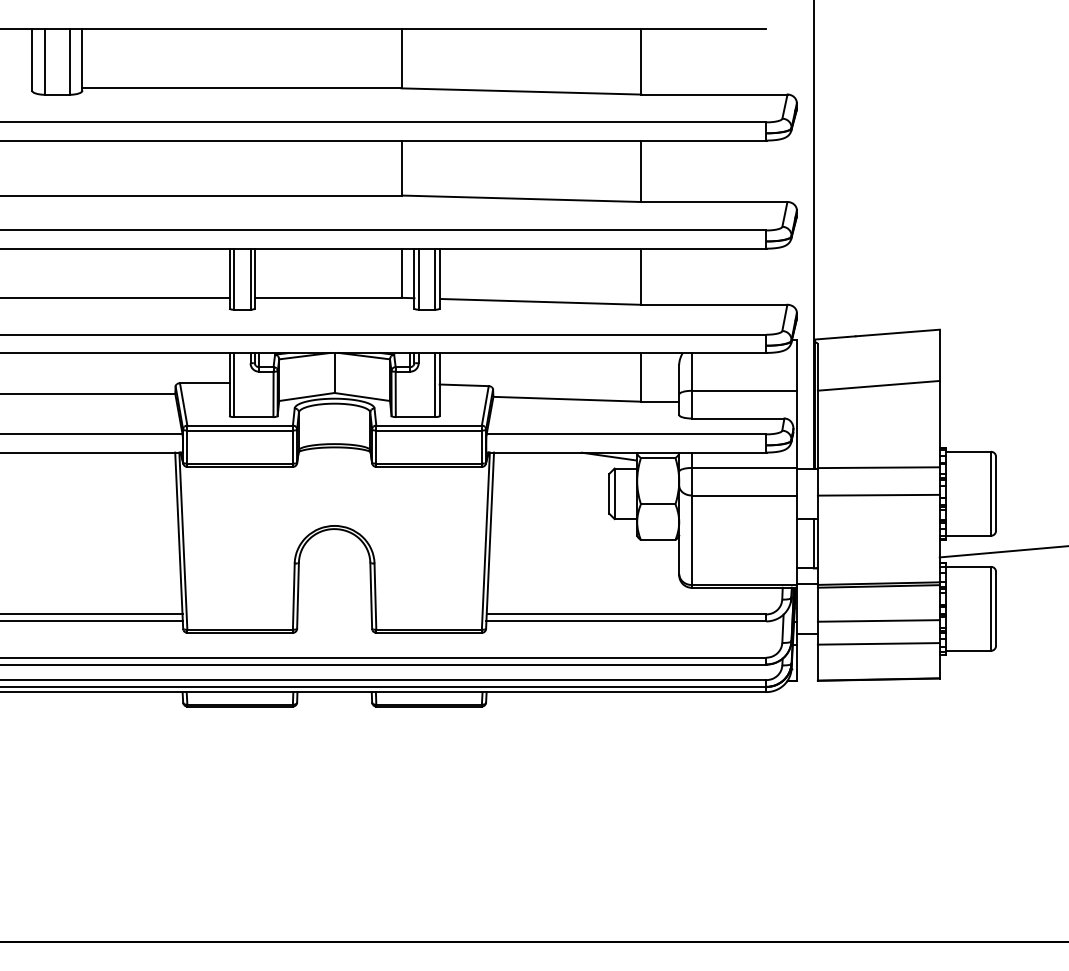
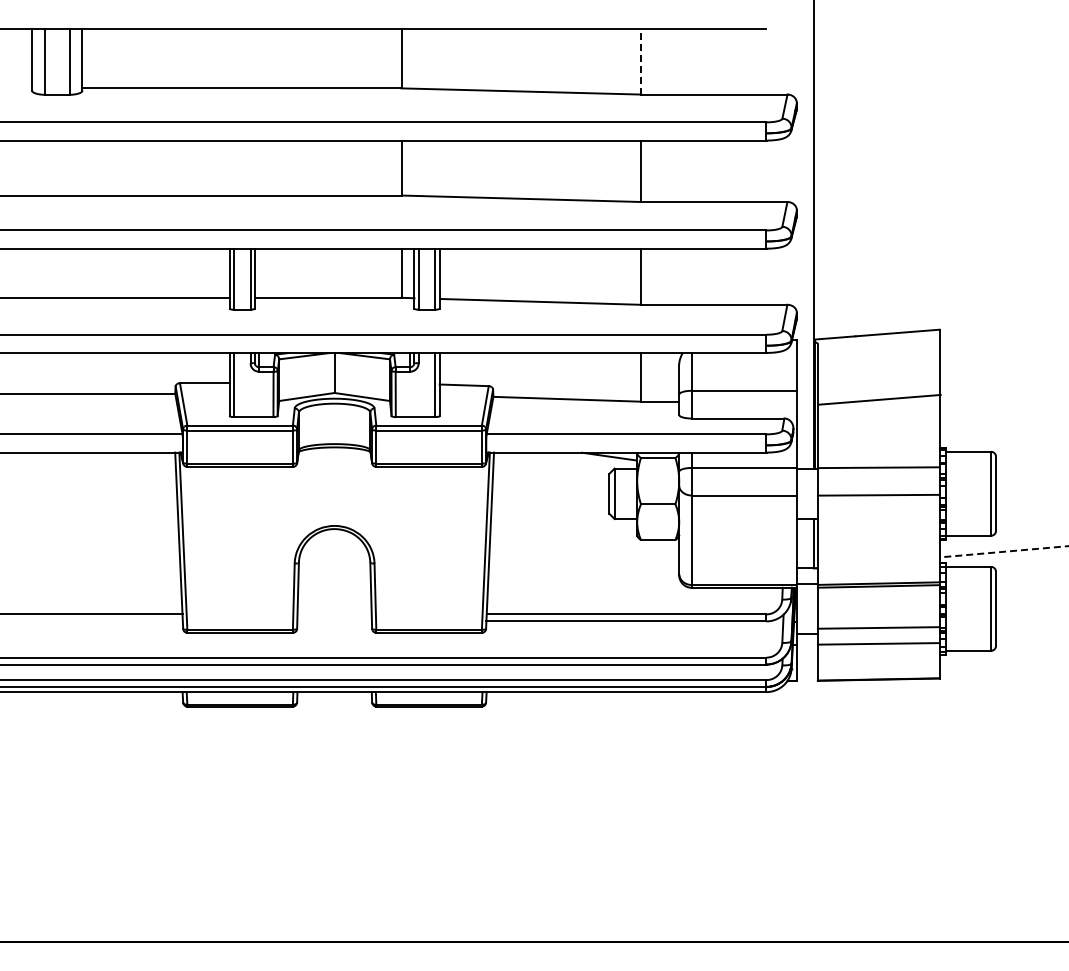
line at (641, 61): solid -> dashed
line at (878, 385) position: (878, 385) -> (879, 399)
line at (1004, 551): solid -> dashed
line at (878, 620) position: (878, 620) -> (878, 627)
line at (92, 621): present -> none
